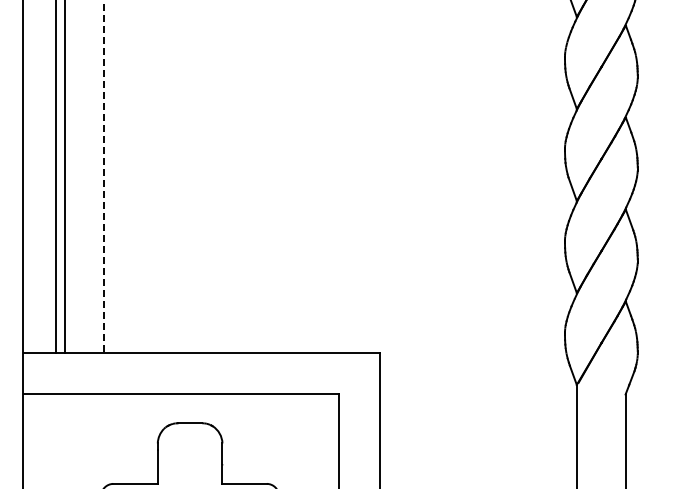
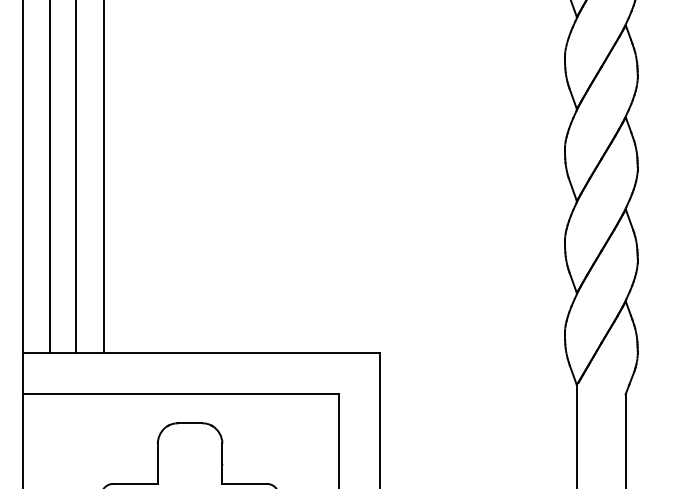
line at (55, 177) position: (55, 177) -> (49, 177)
line at (65, 177) position: (65, 177) -> (76, 177)
line at (104, 177): dashed -> solid
